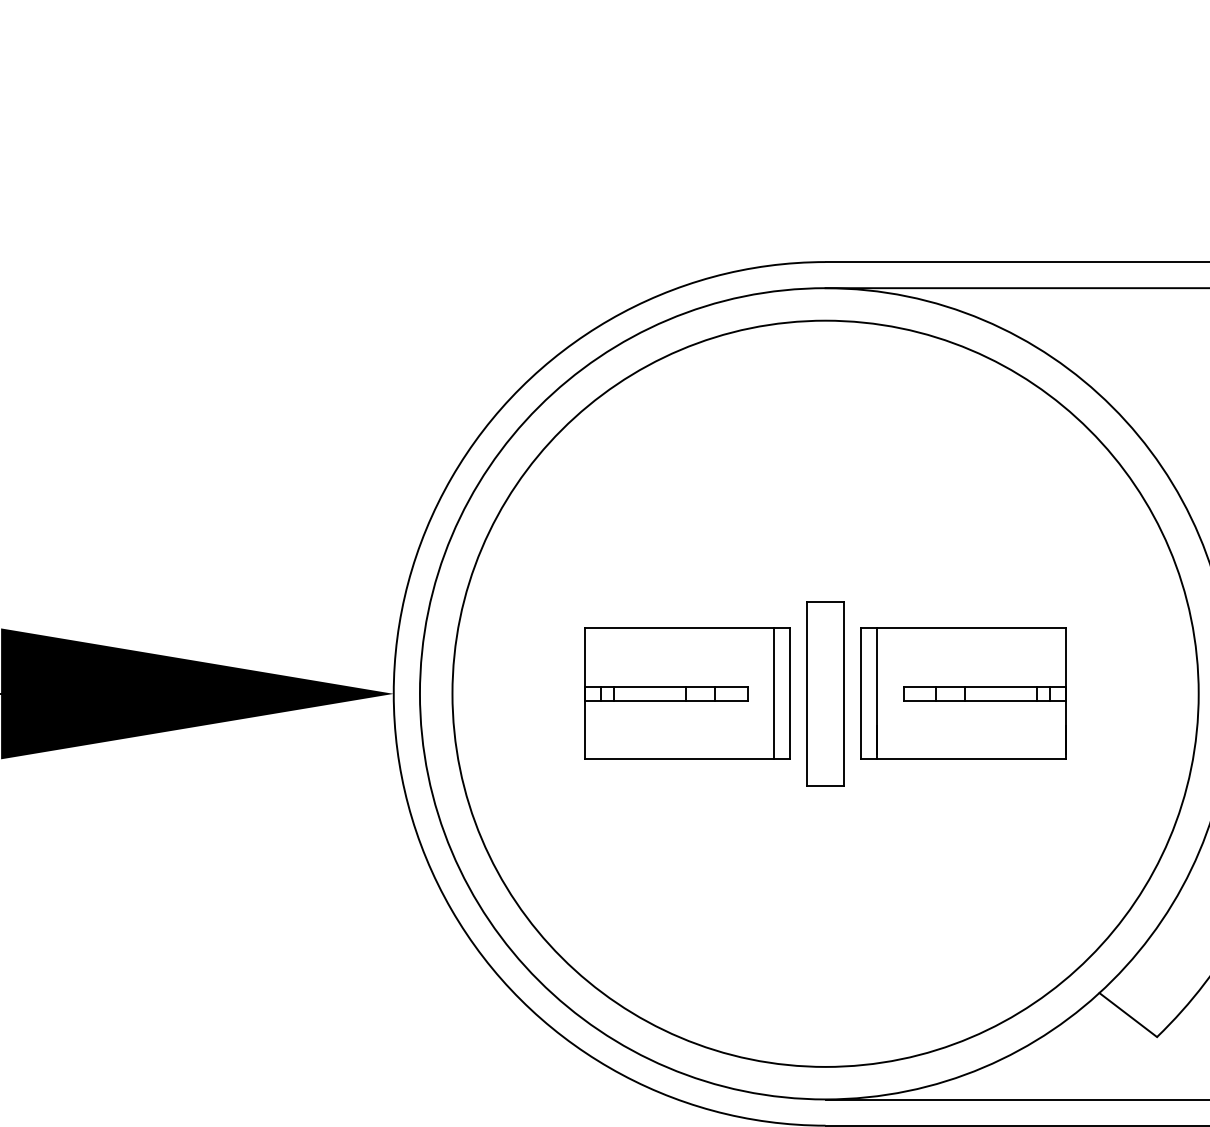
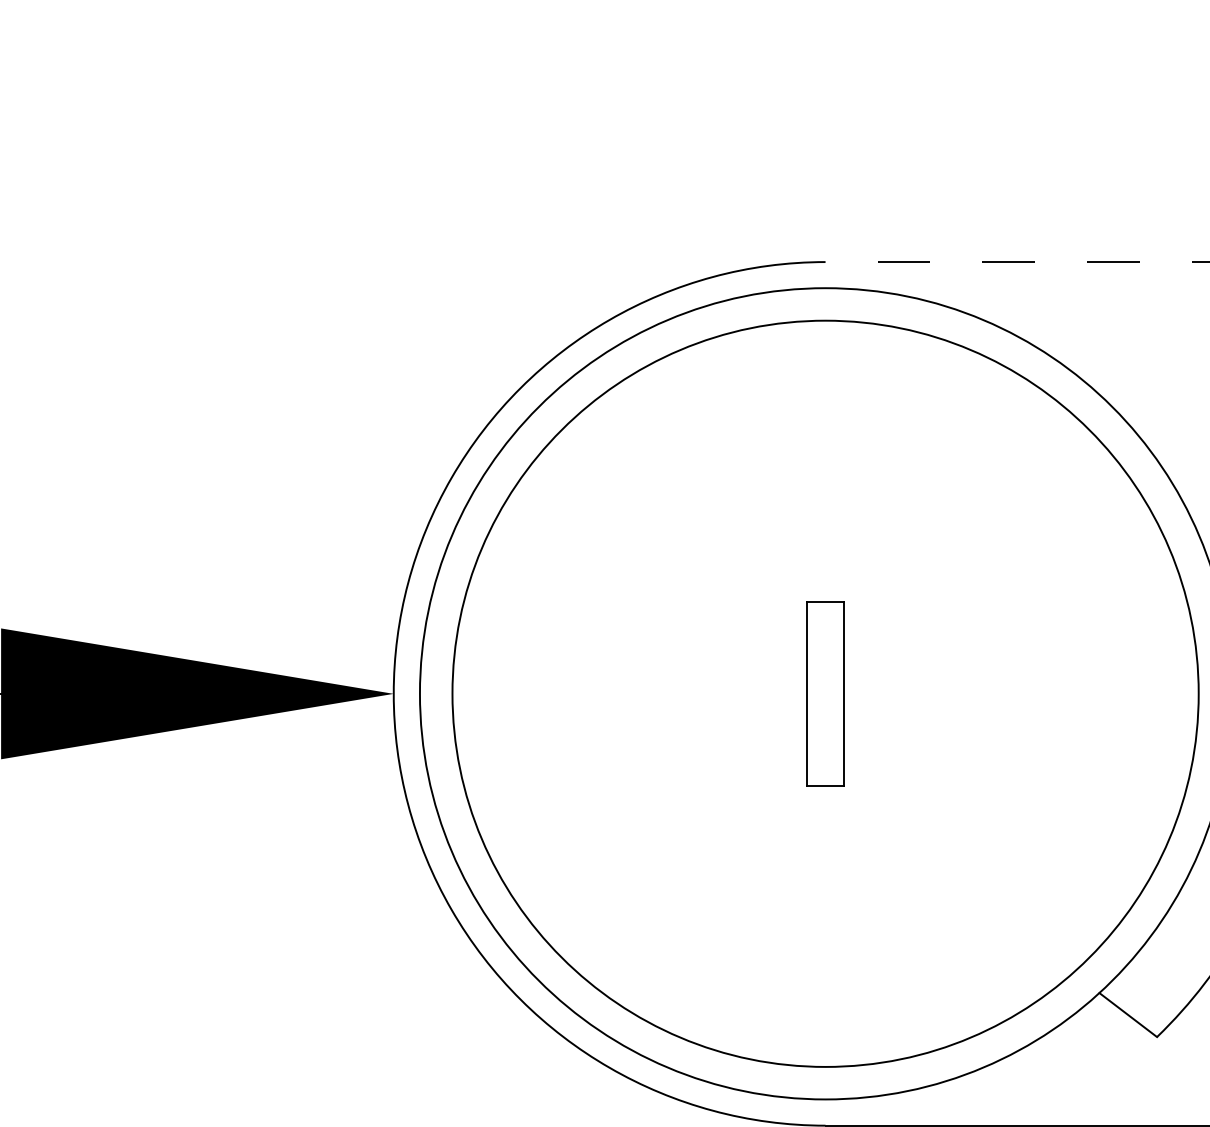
line at (1017, 262): solid -> dashed
line at (1015, 288): present -> none
part at (687, 693): present -> none
part at (963, 693): present -> none
line at (1015, 1099): present -> none
